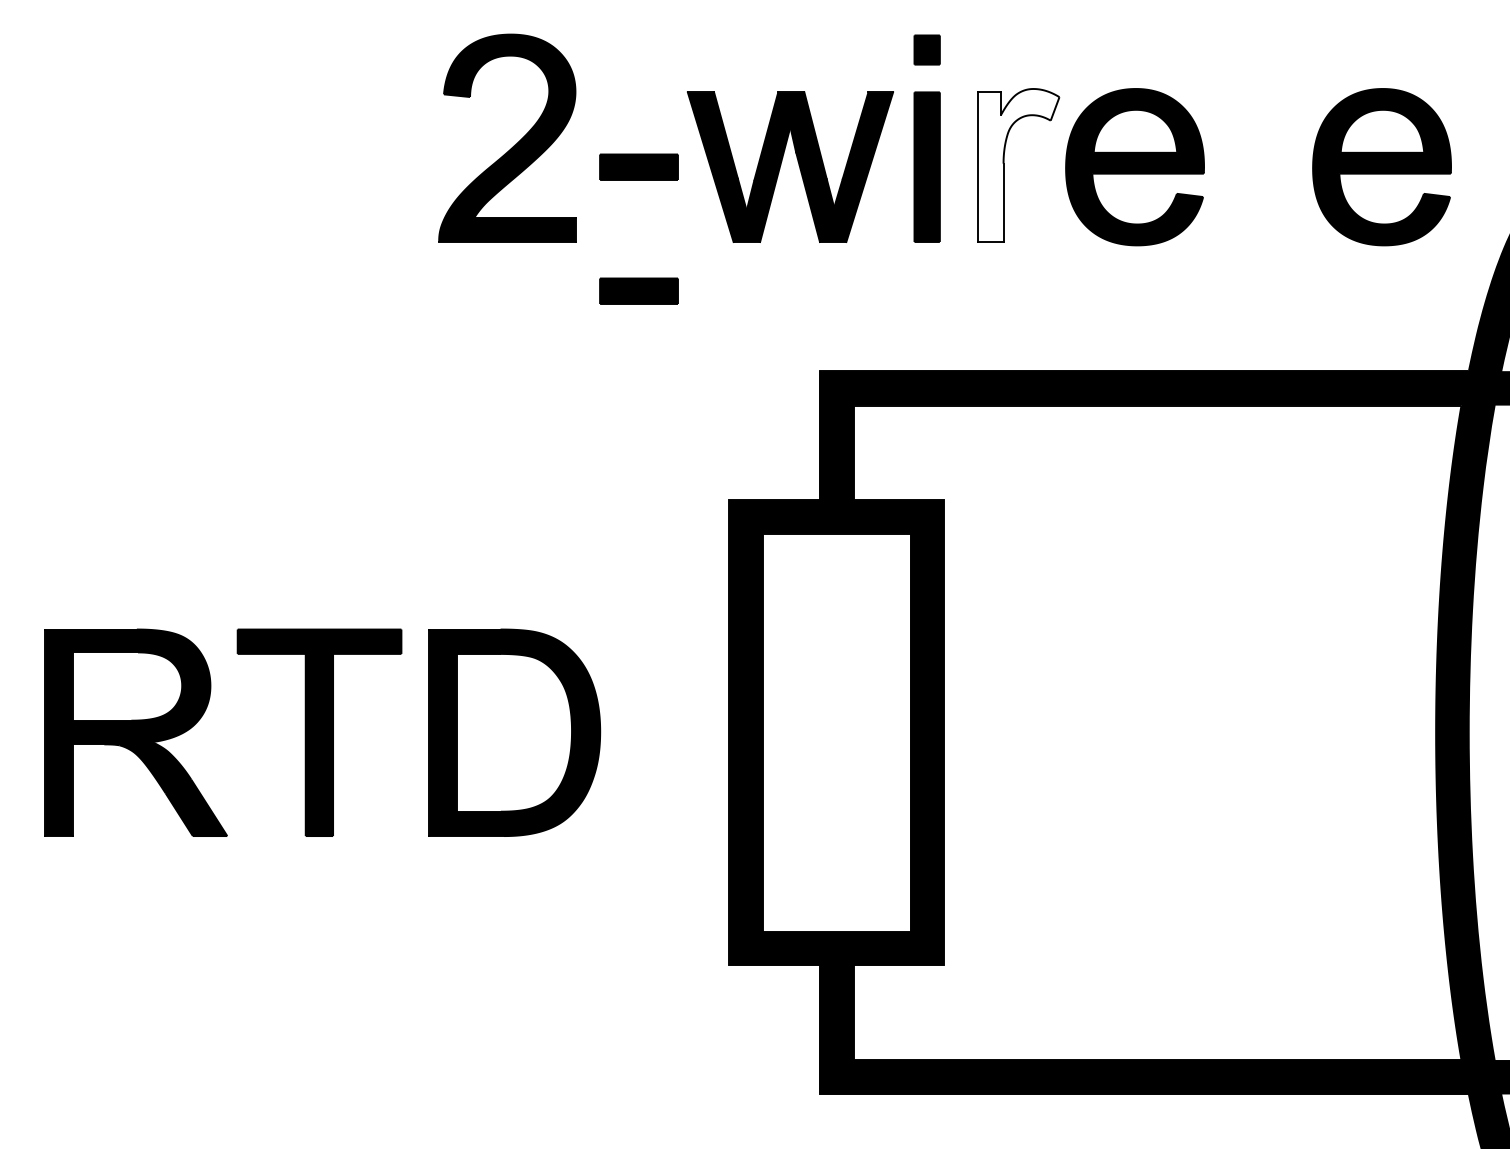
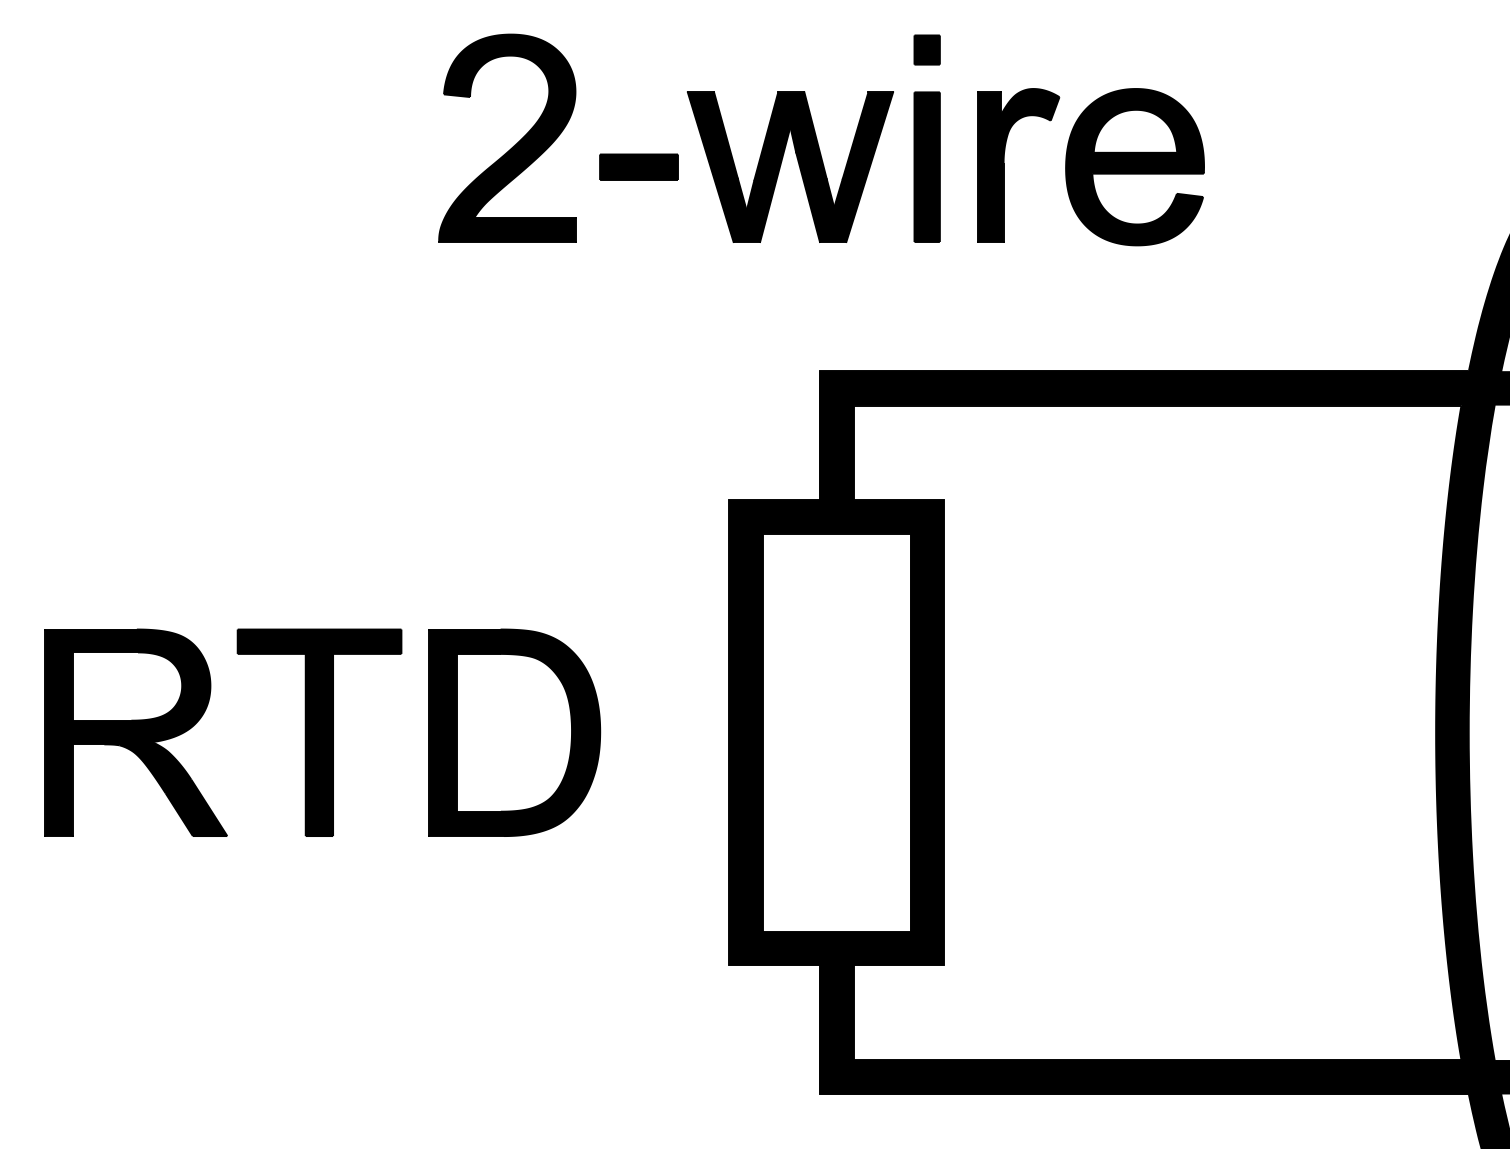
fill at (1018, 165): none -> present
part at (1381, 167): present -> none
part at (638, 290): present -> none
